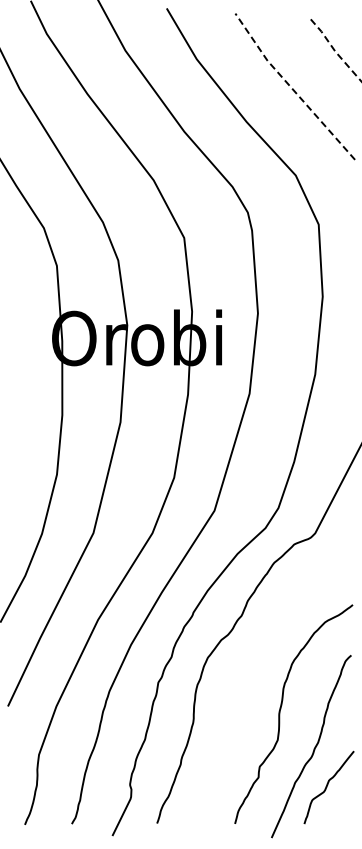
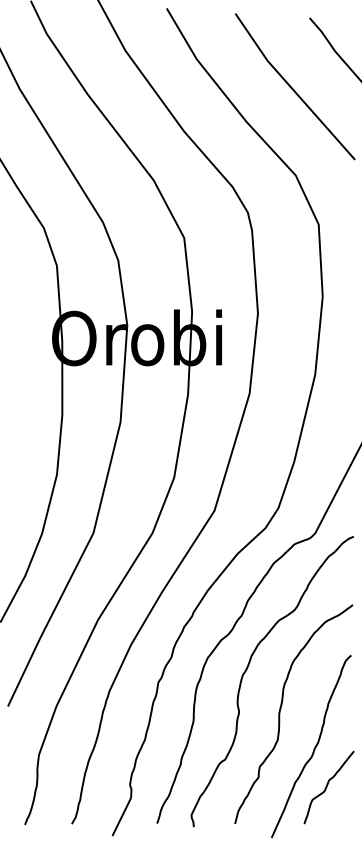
line at (334, 49): dashed -> solid
line at (291, 88): dashed -> solid
curve at (247, 669): none -> present
